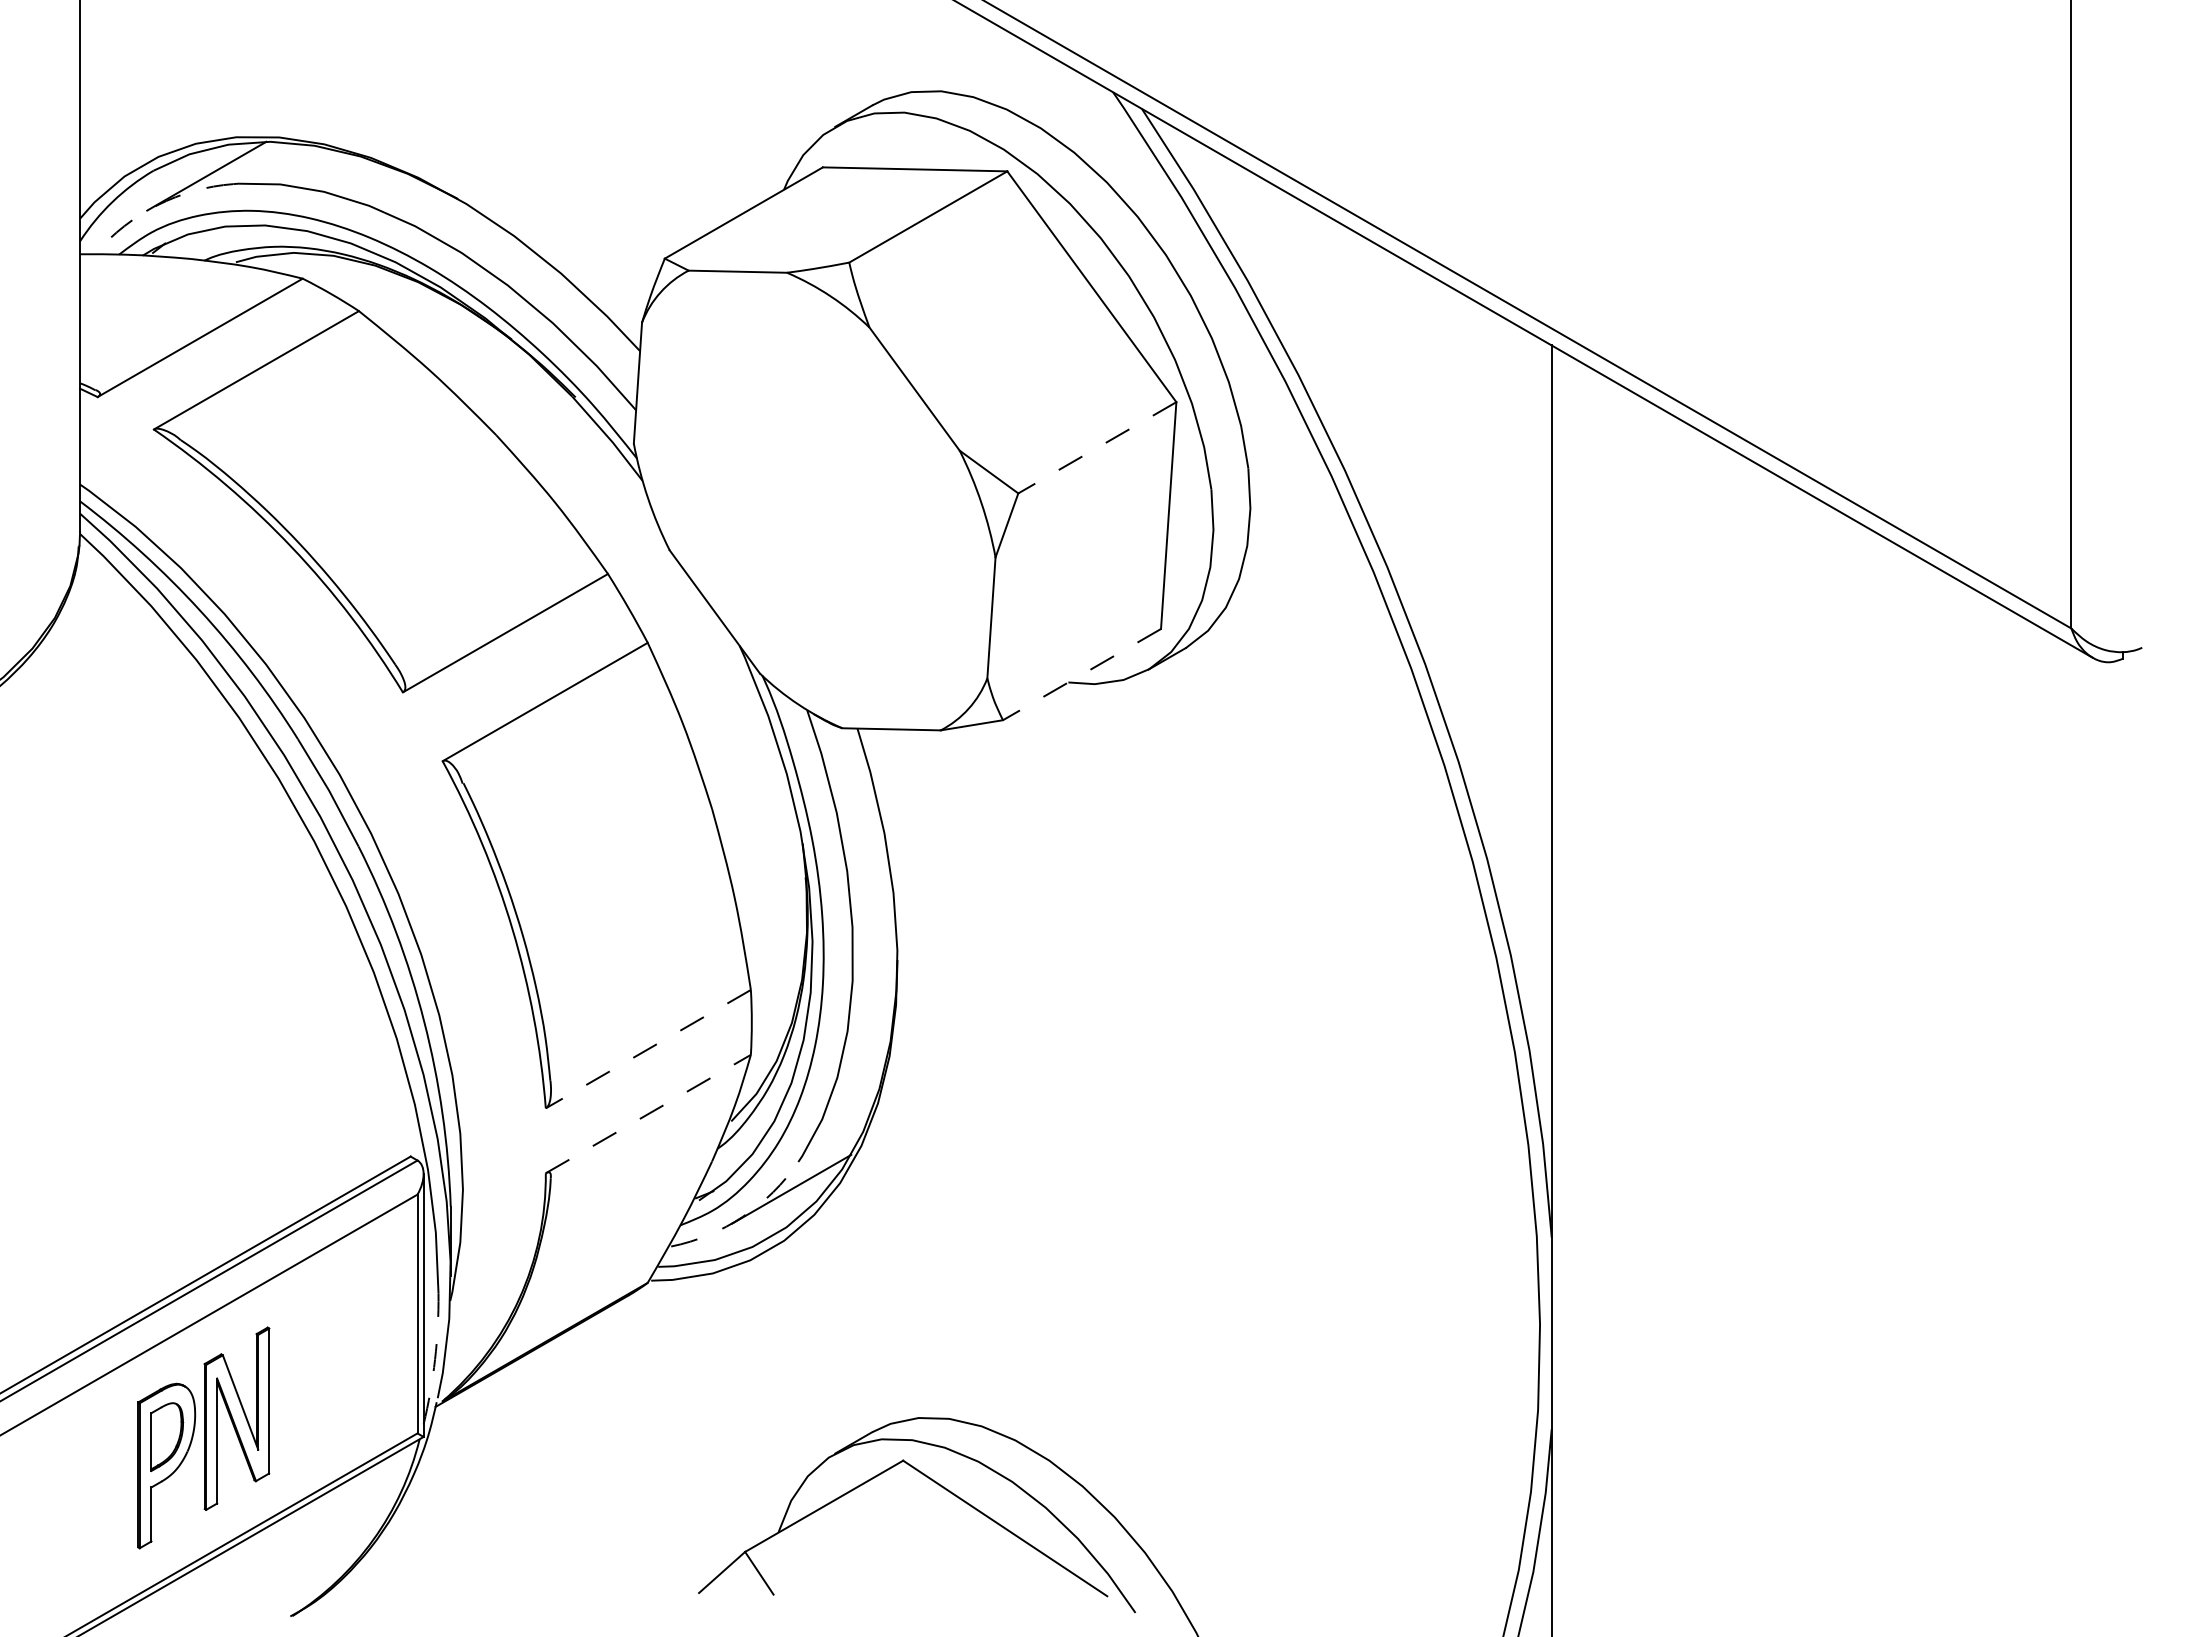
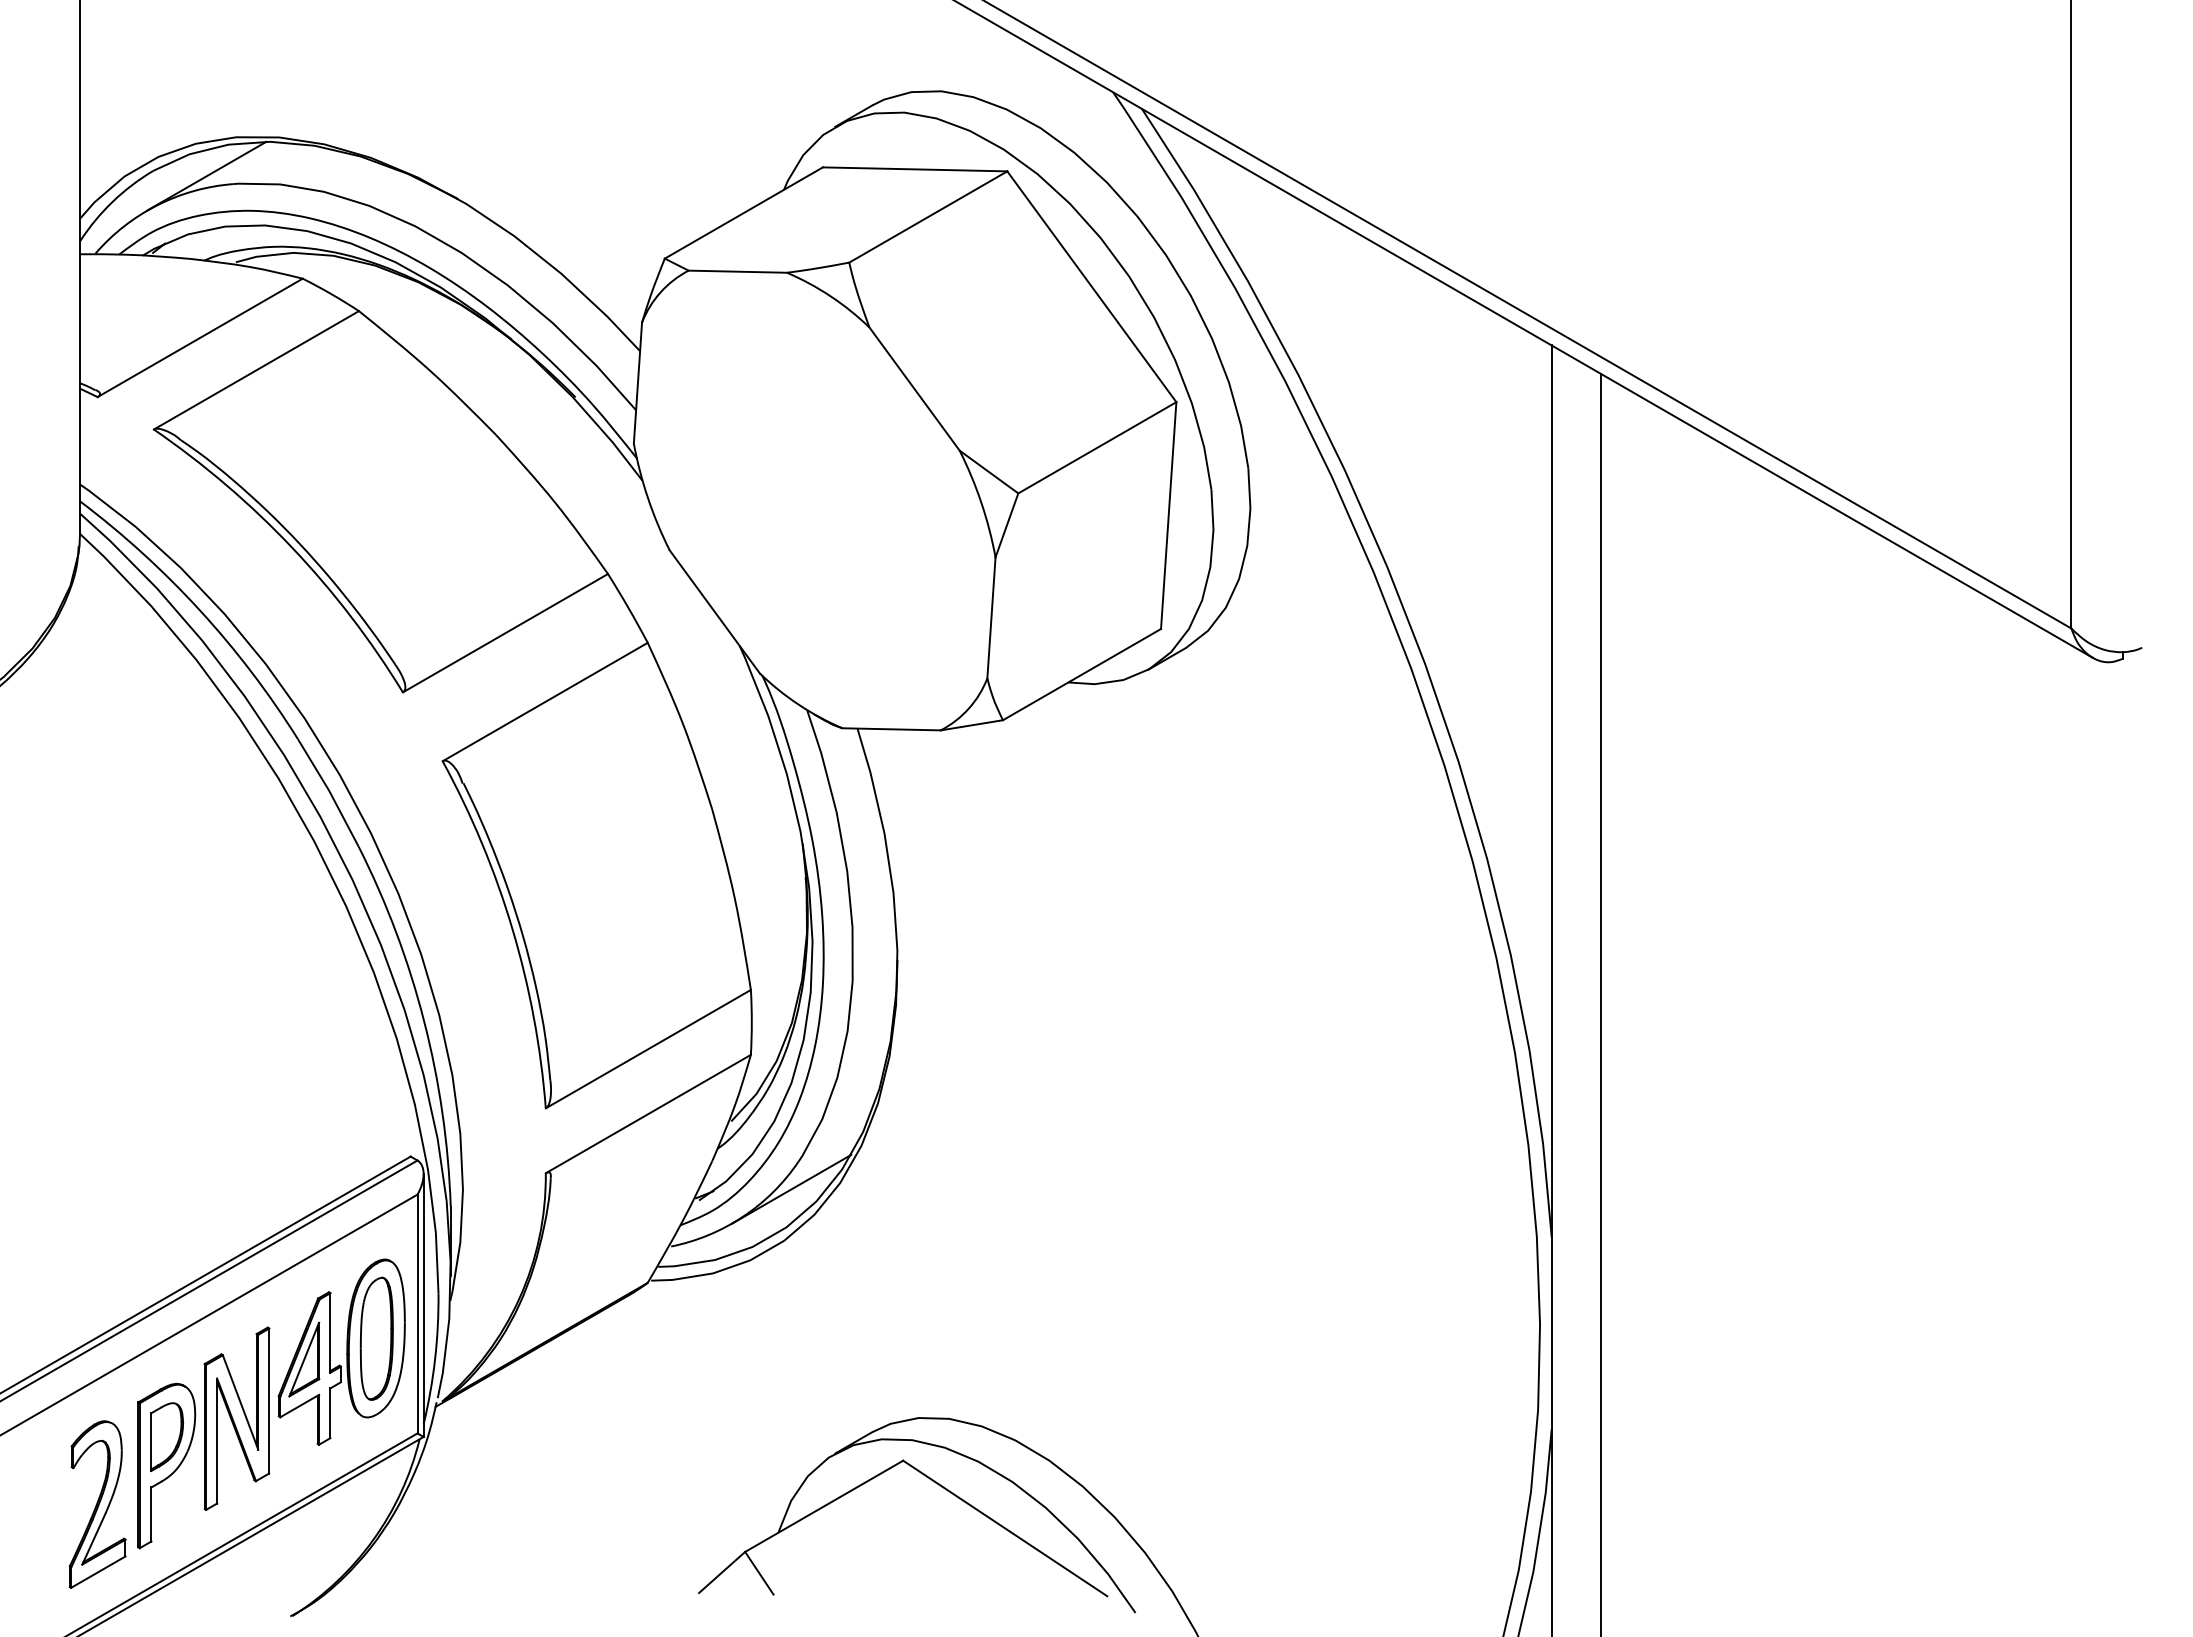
arc at (157, 205): dashed -> solid
line at (1096, 448): dashed -> solid
line at (1081, 674): dashed -> solid
line at (1600, 1003): none -> present
line at (647, 1049): dashed -> solid
line at (648, 1113): dashed -> solid
arc at (743, 1216): dashed -> solid
part at (341, 1351): none -> present
arc at (435, 1359): dashed -> solid
part at (97, 1504): none -> present
